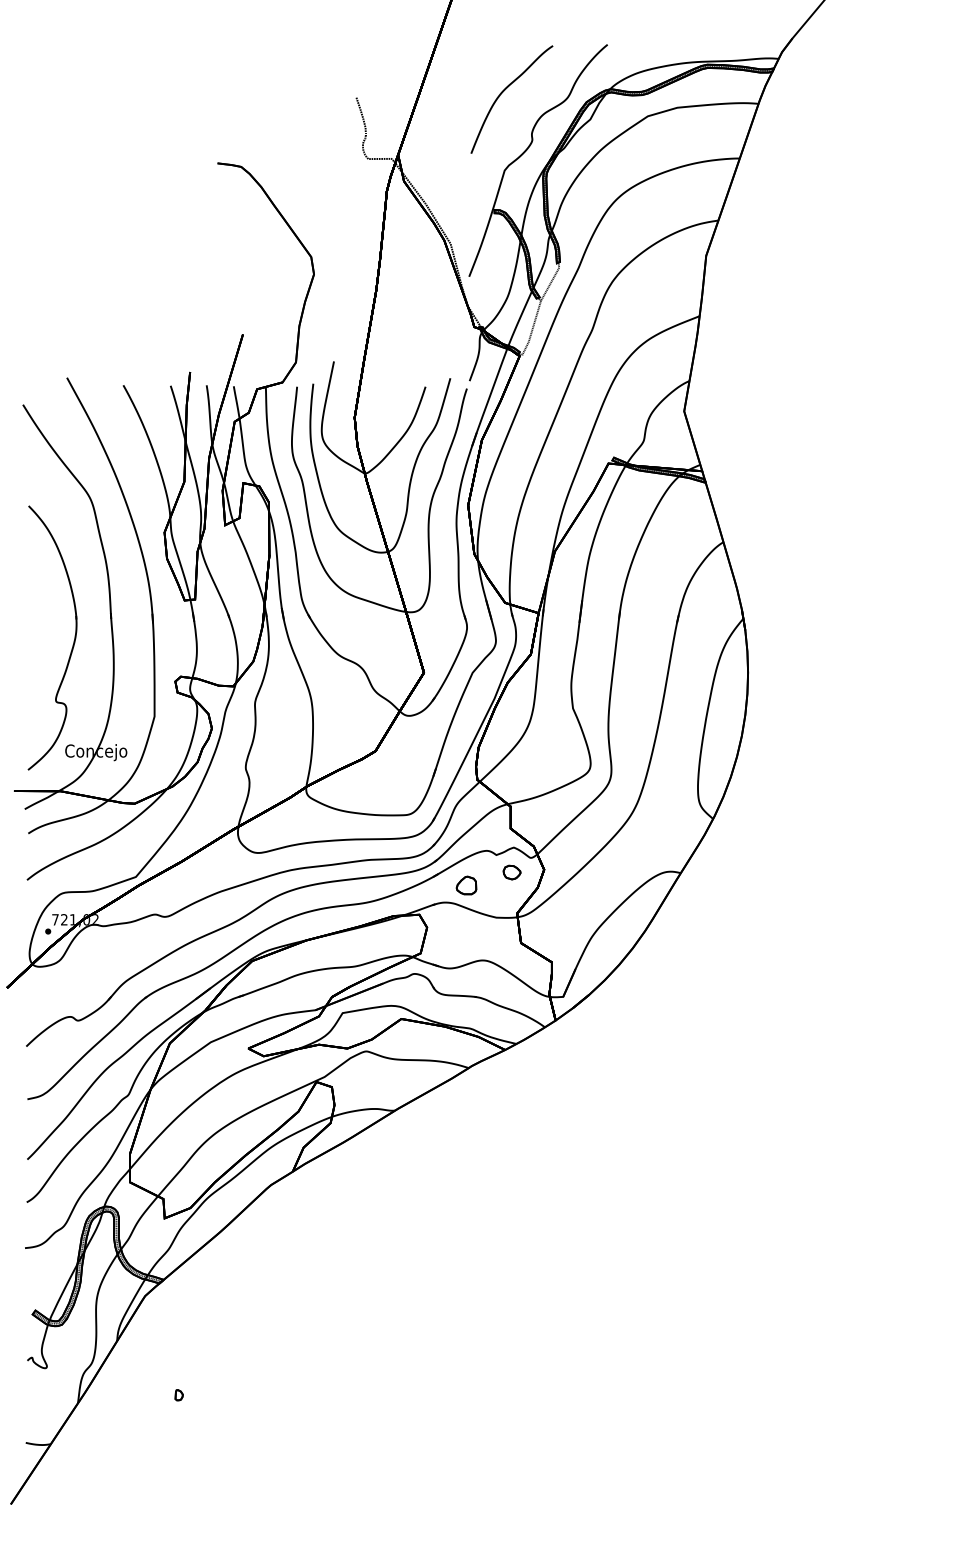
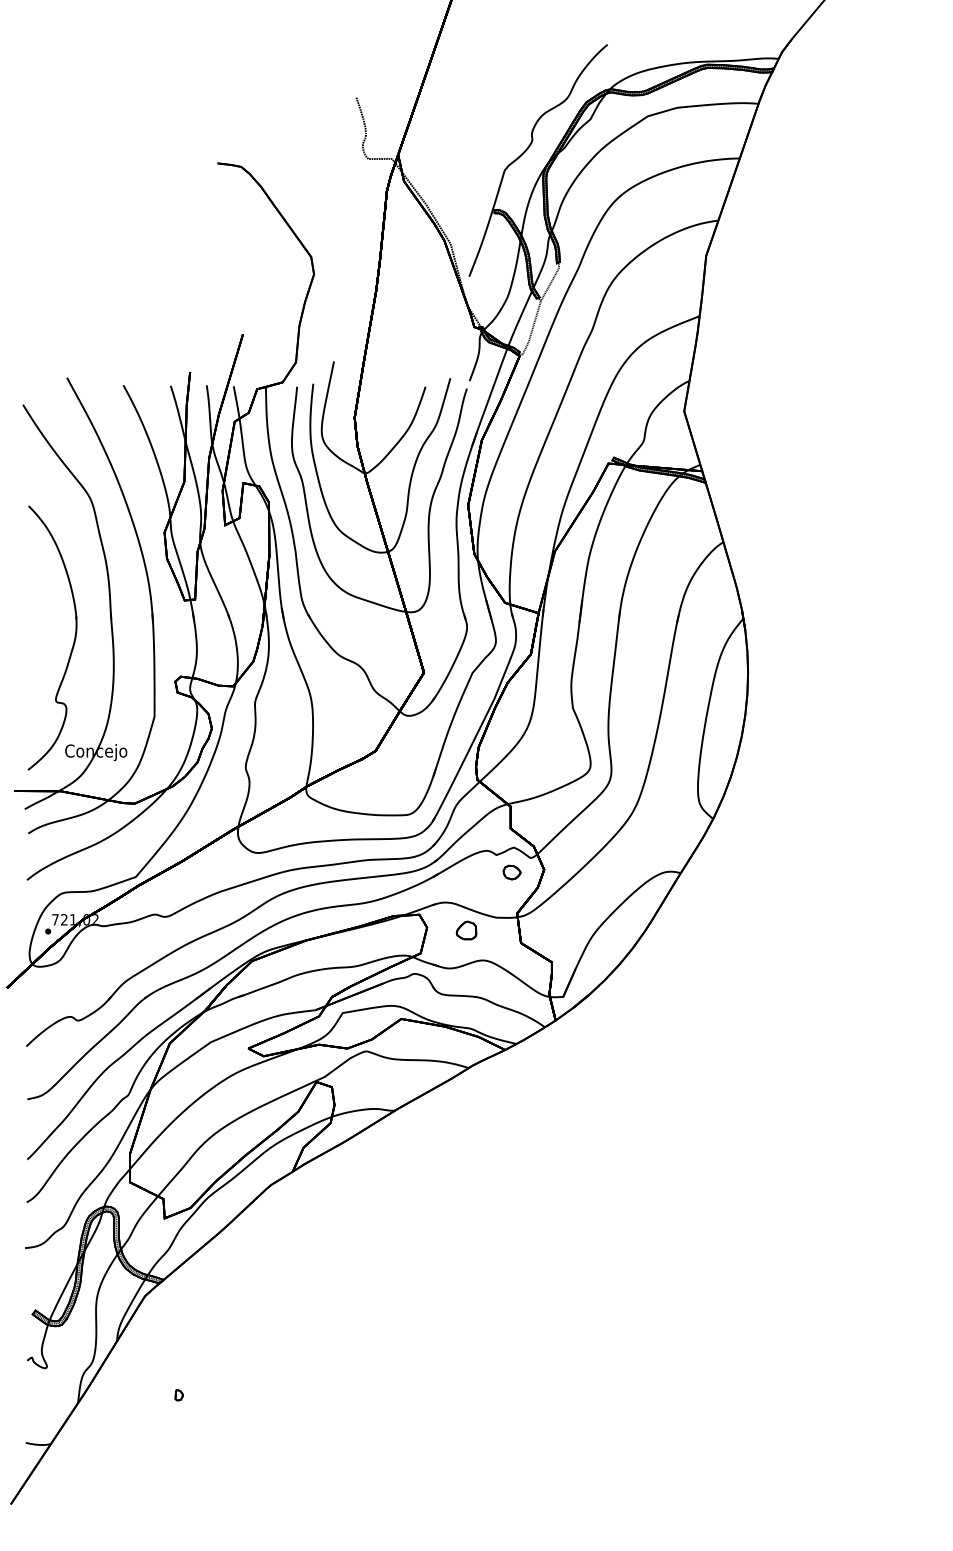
part at (504, 91): present -> none
part at (466, 885) position: (466, 885) -> (466, 930)
